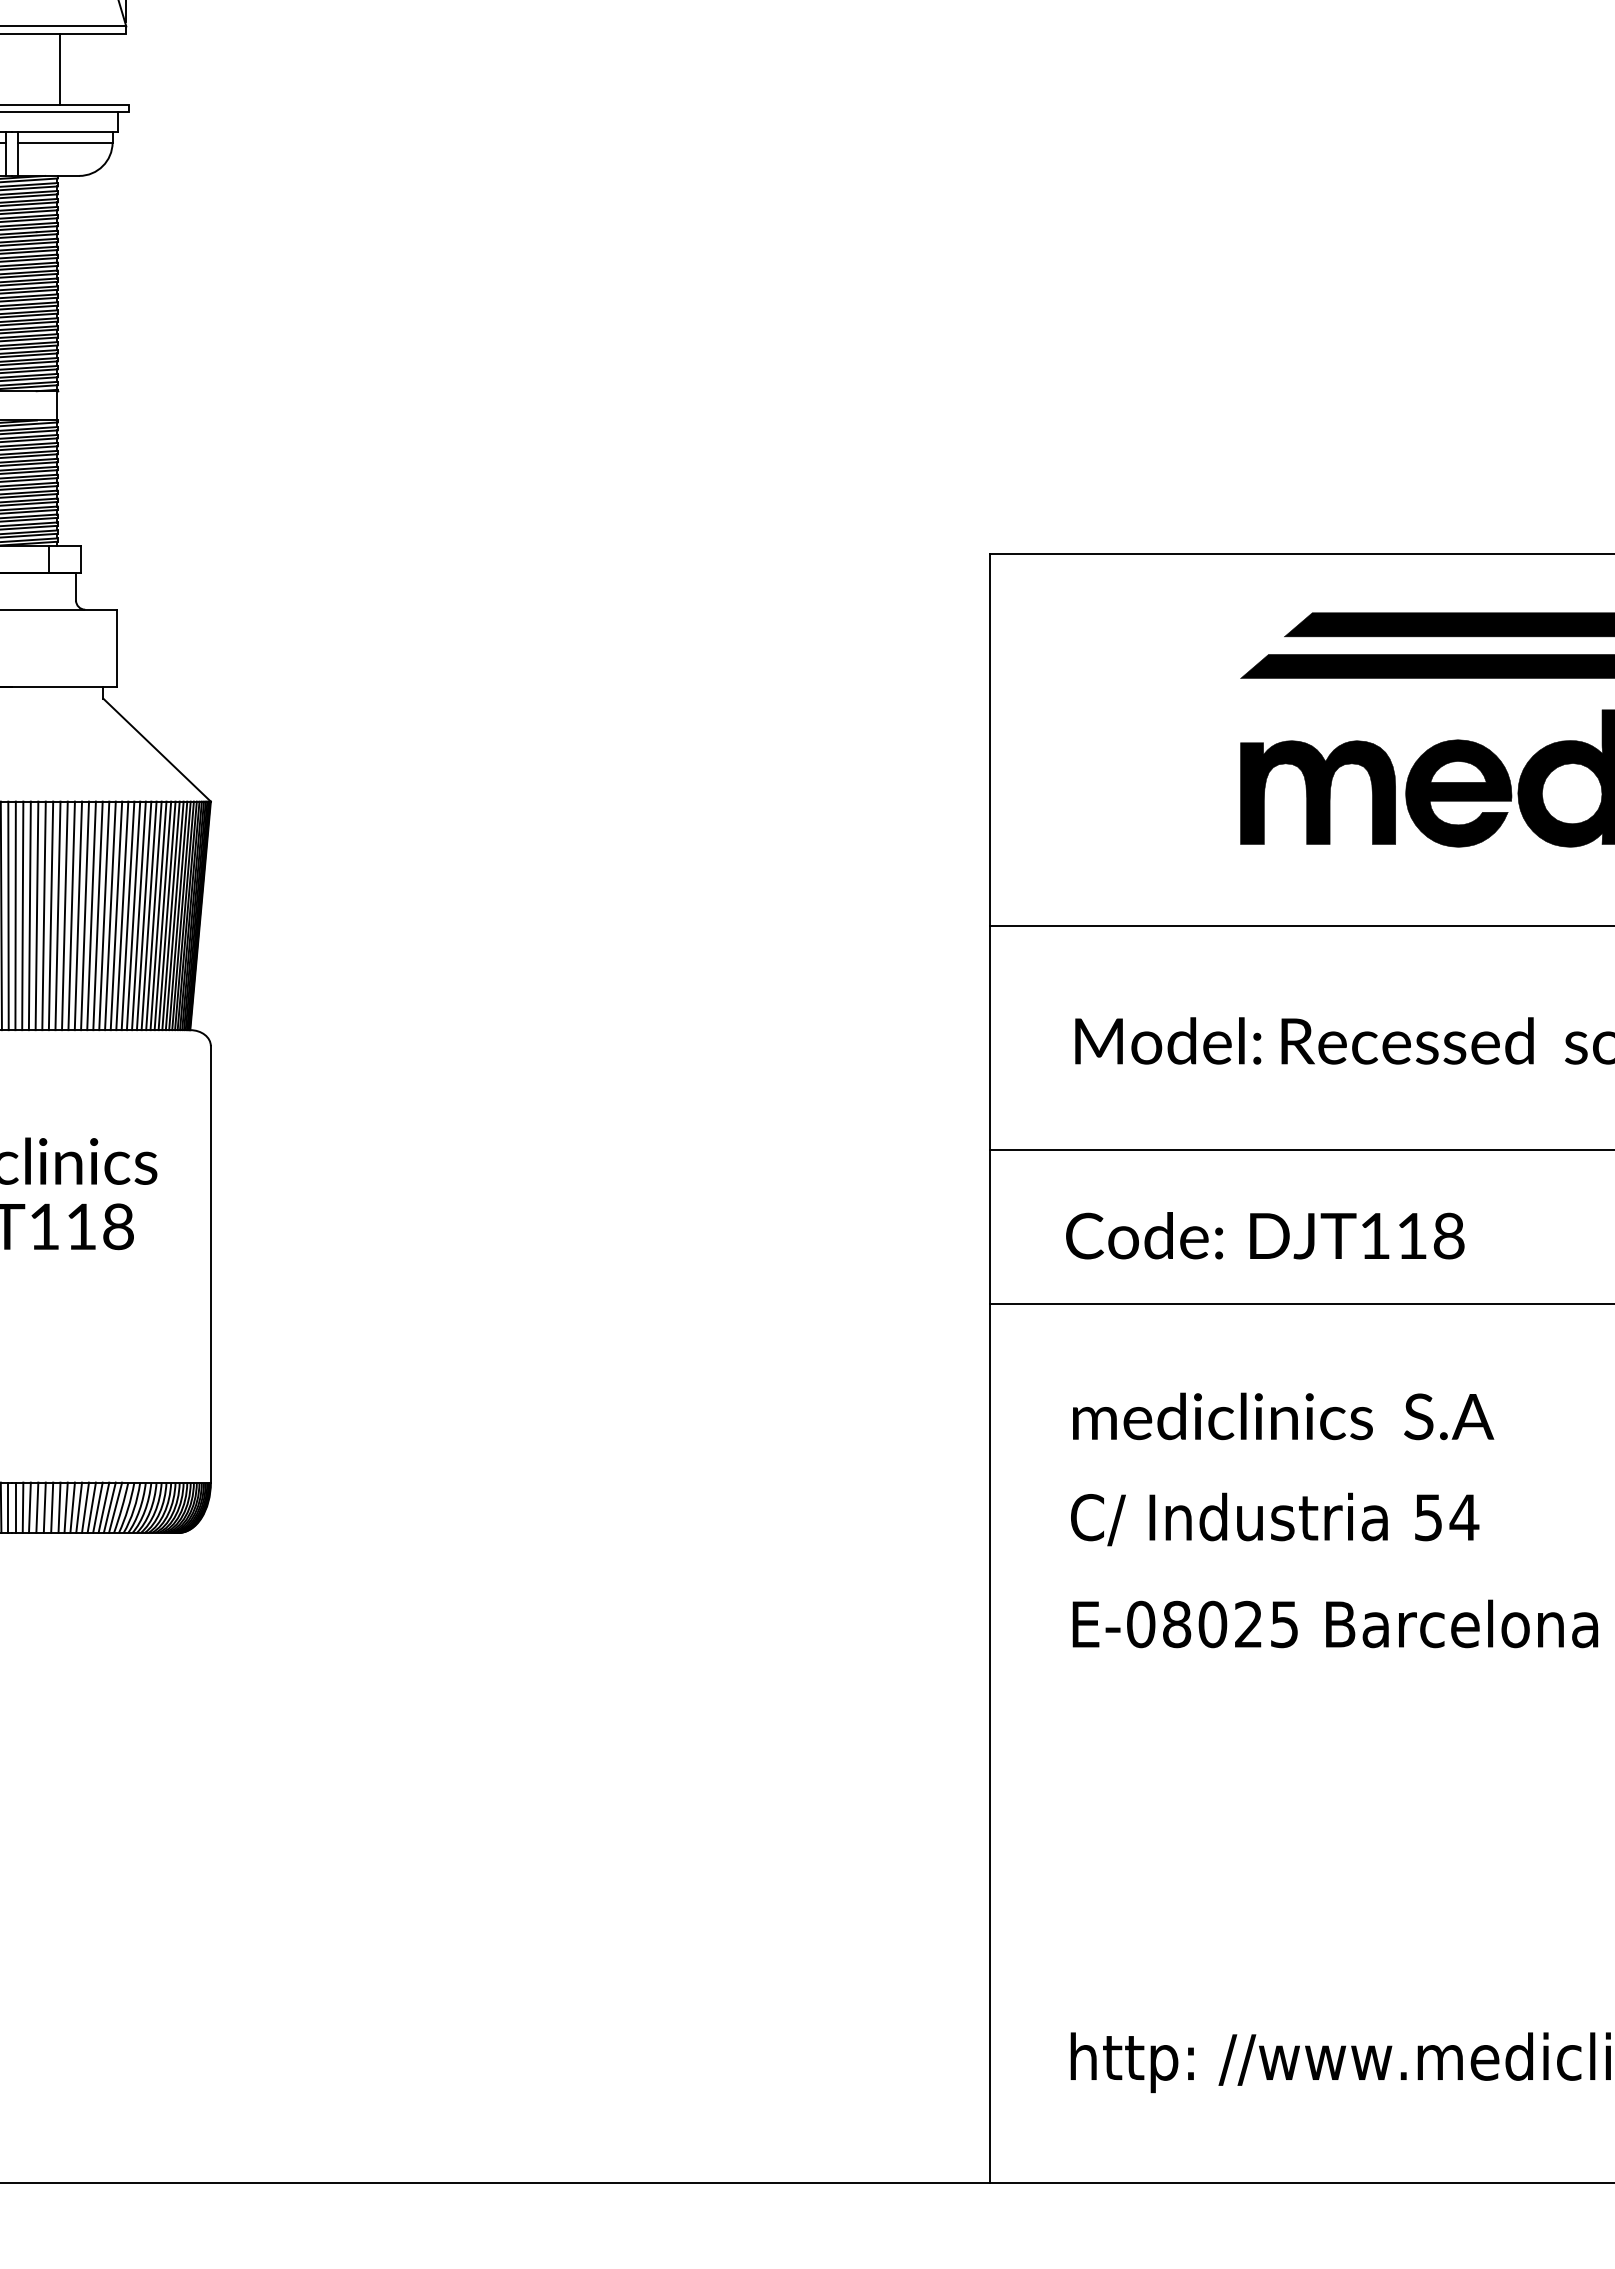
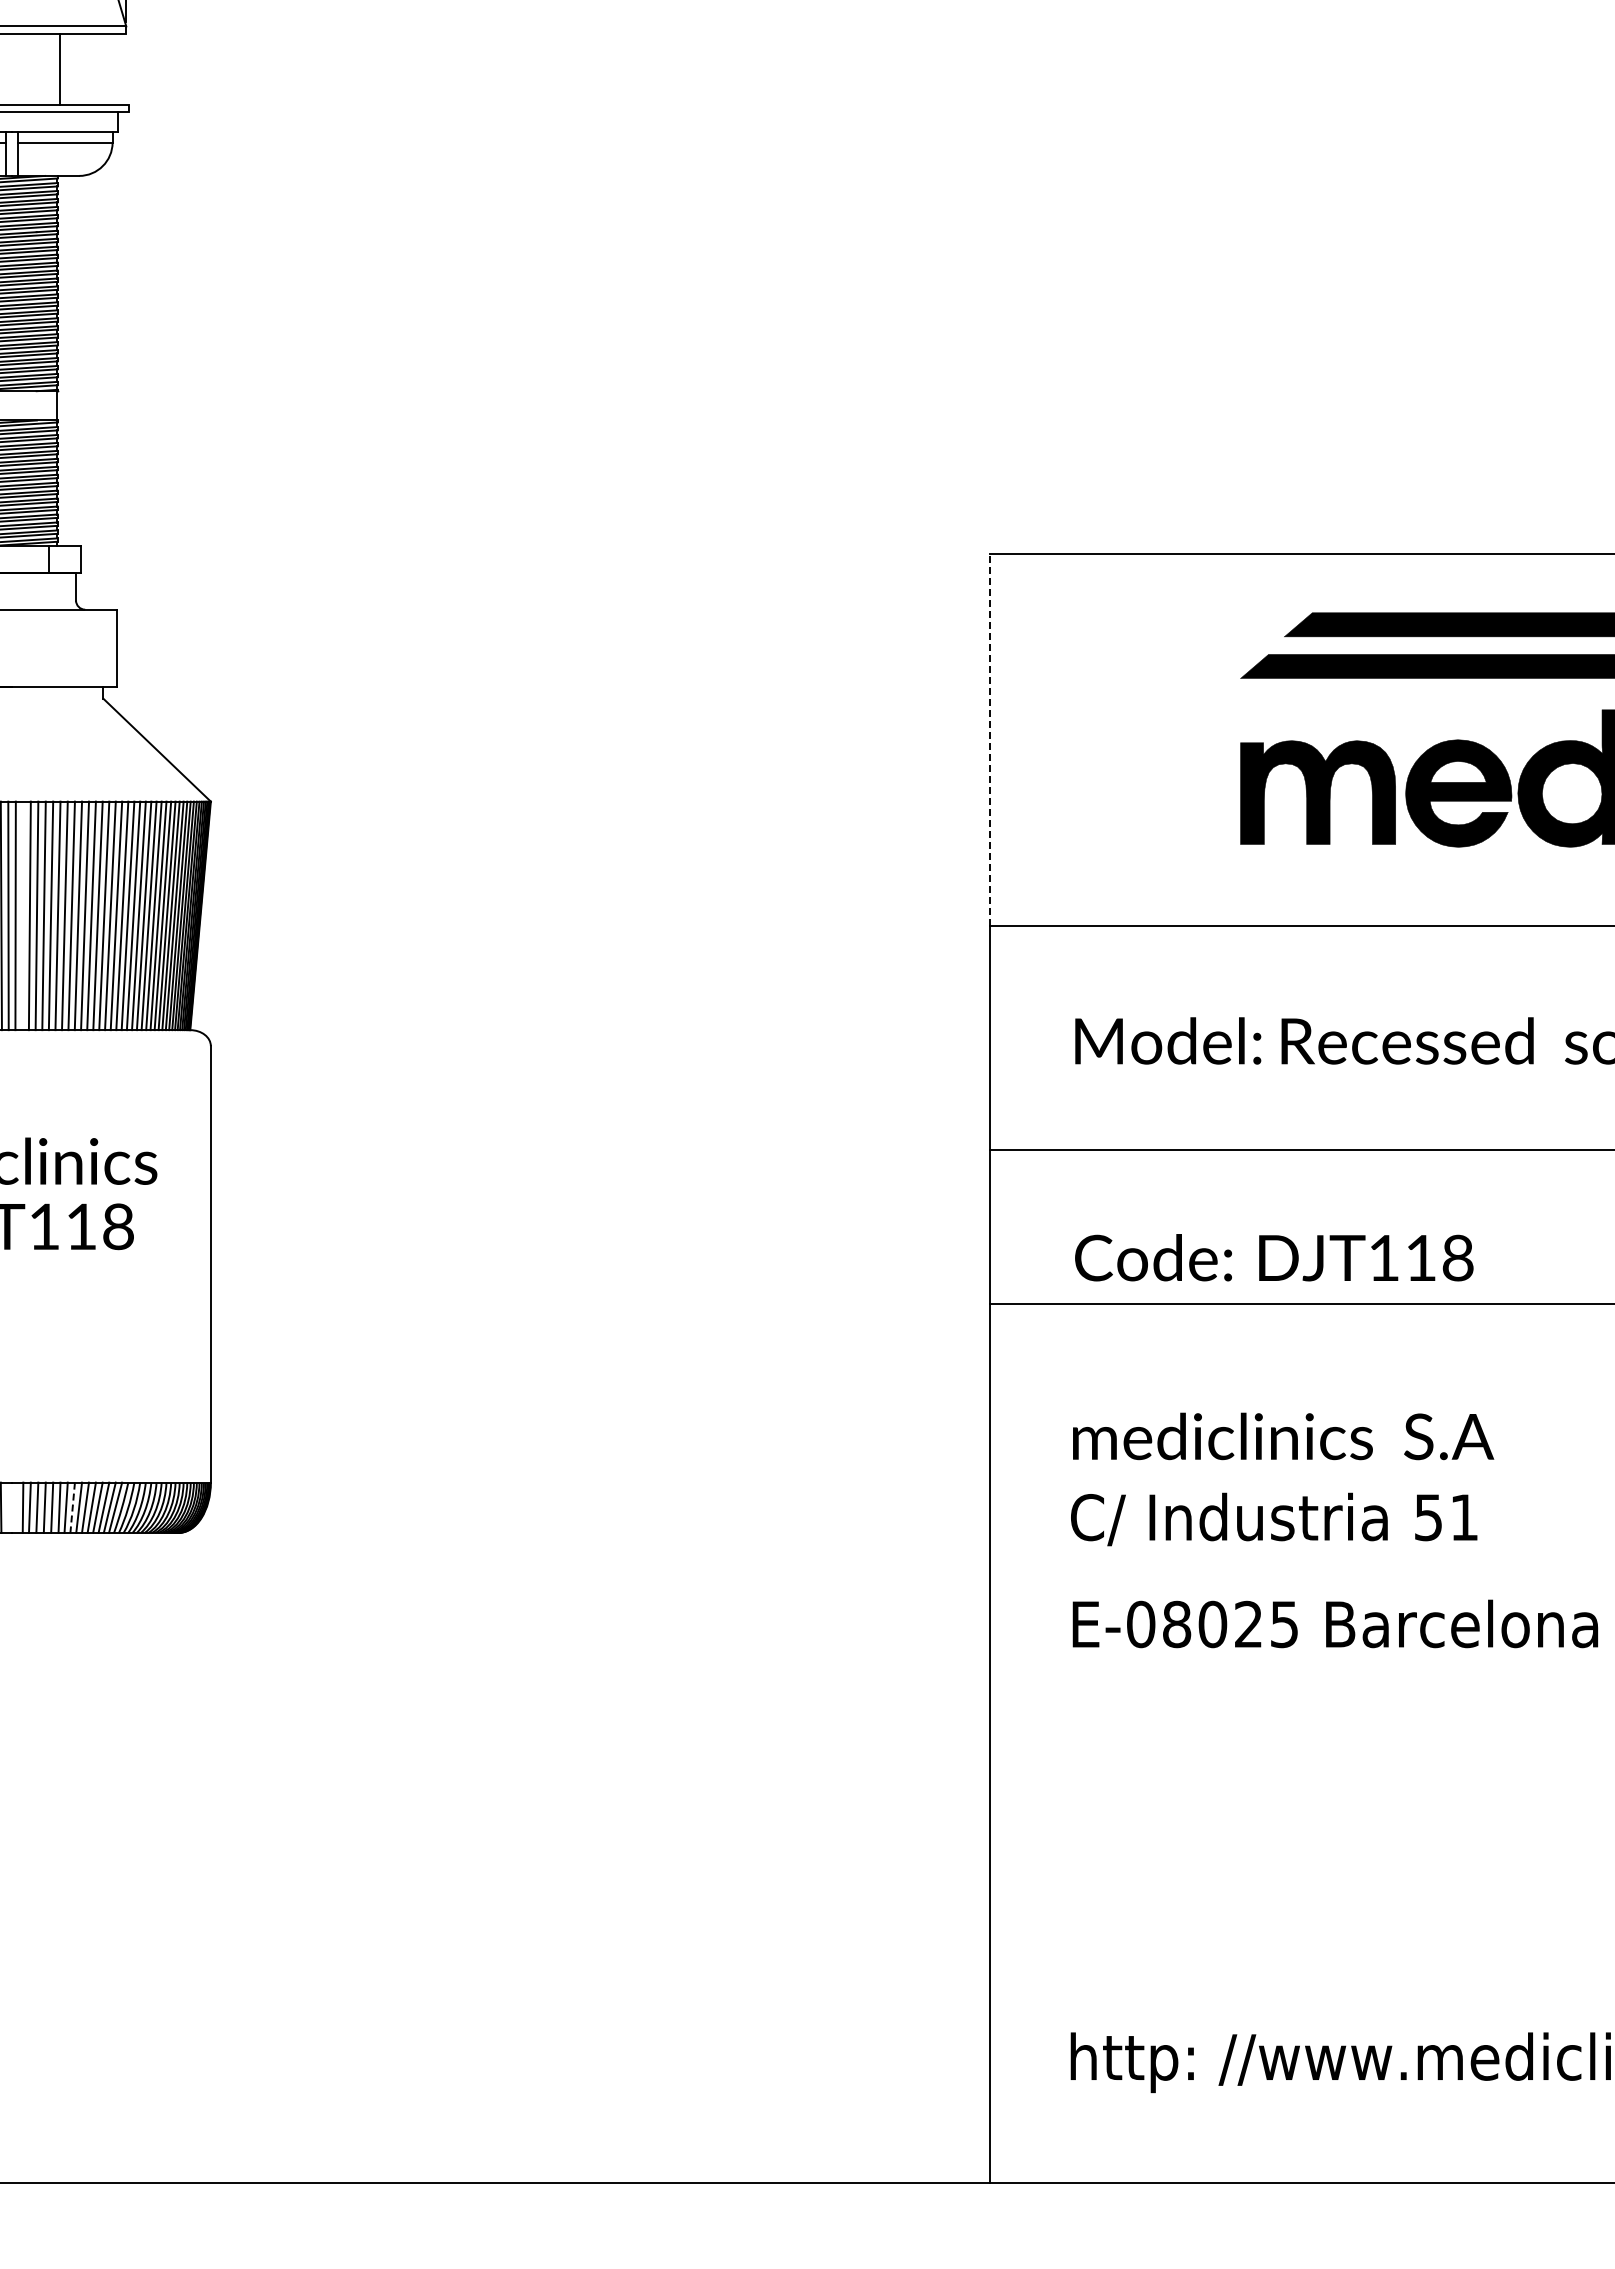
line at (989, 740): solid -> dashed
line at (22, 915): present -> none
text at (1265, 1235) position: (1265, 1235) -> (1274, 1257)
text at (1283, 1416) position: (1283, 1416) -> (1283, 1436)
line at (8, 1507): present -> none
line at (15, 1507): present -> none
line at (72, 1508): solid -> dashed
text at (1464, 1517): 54 -> 51
